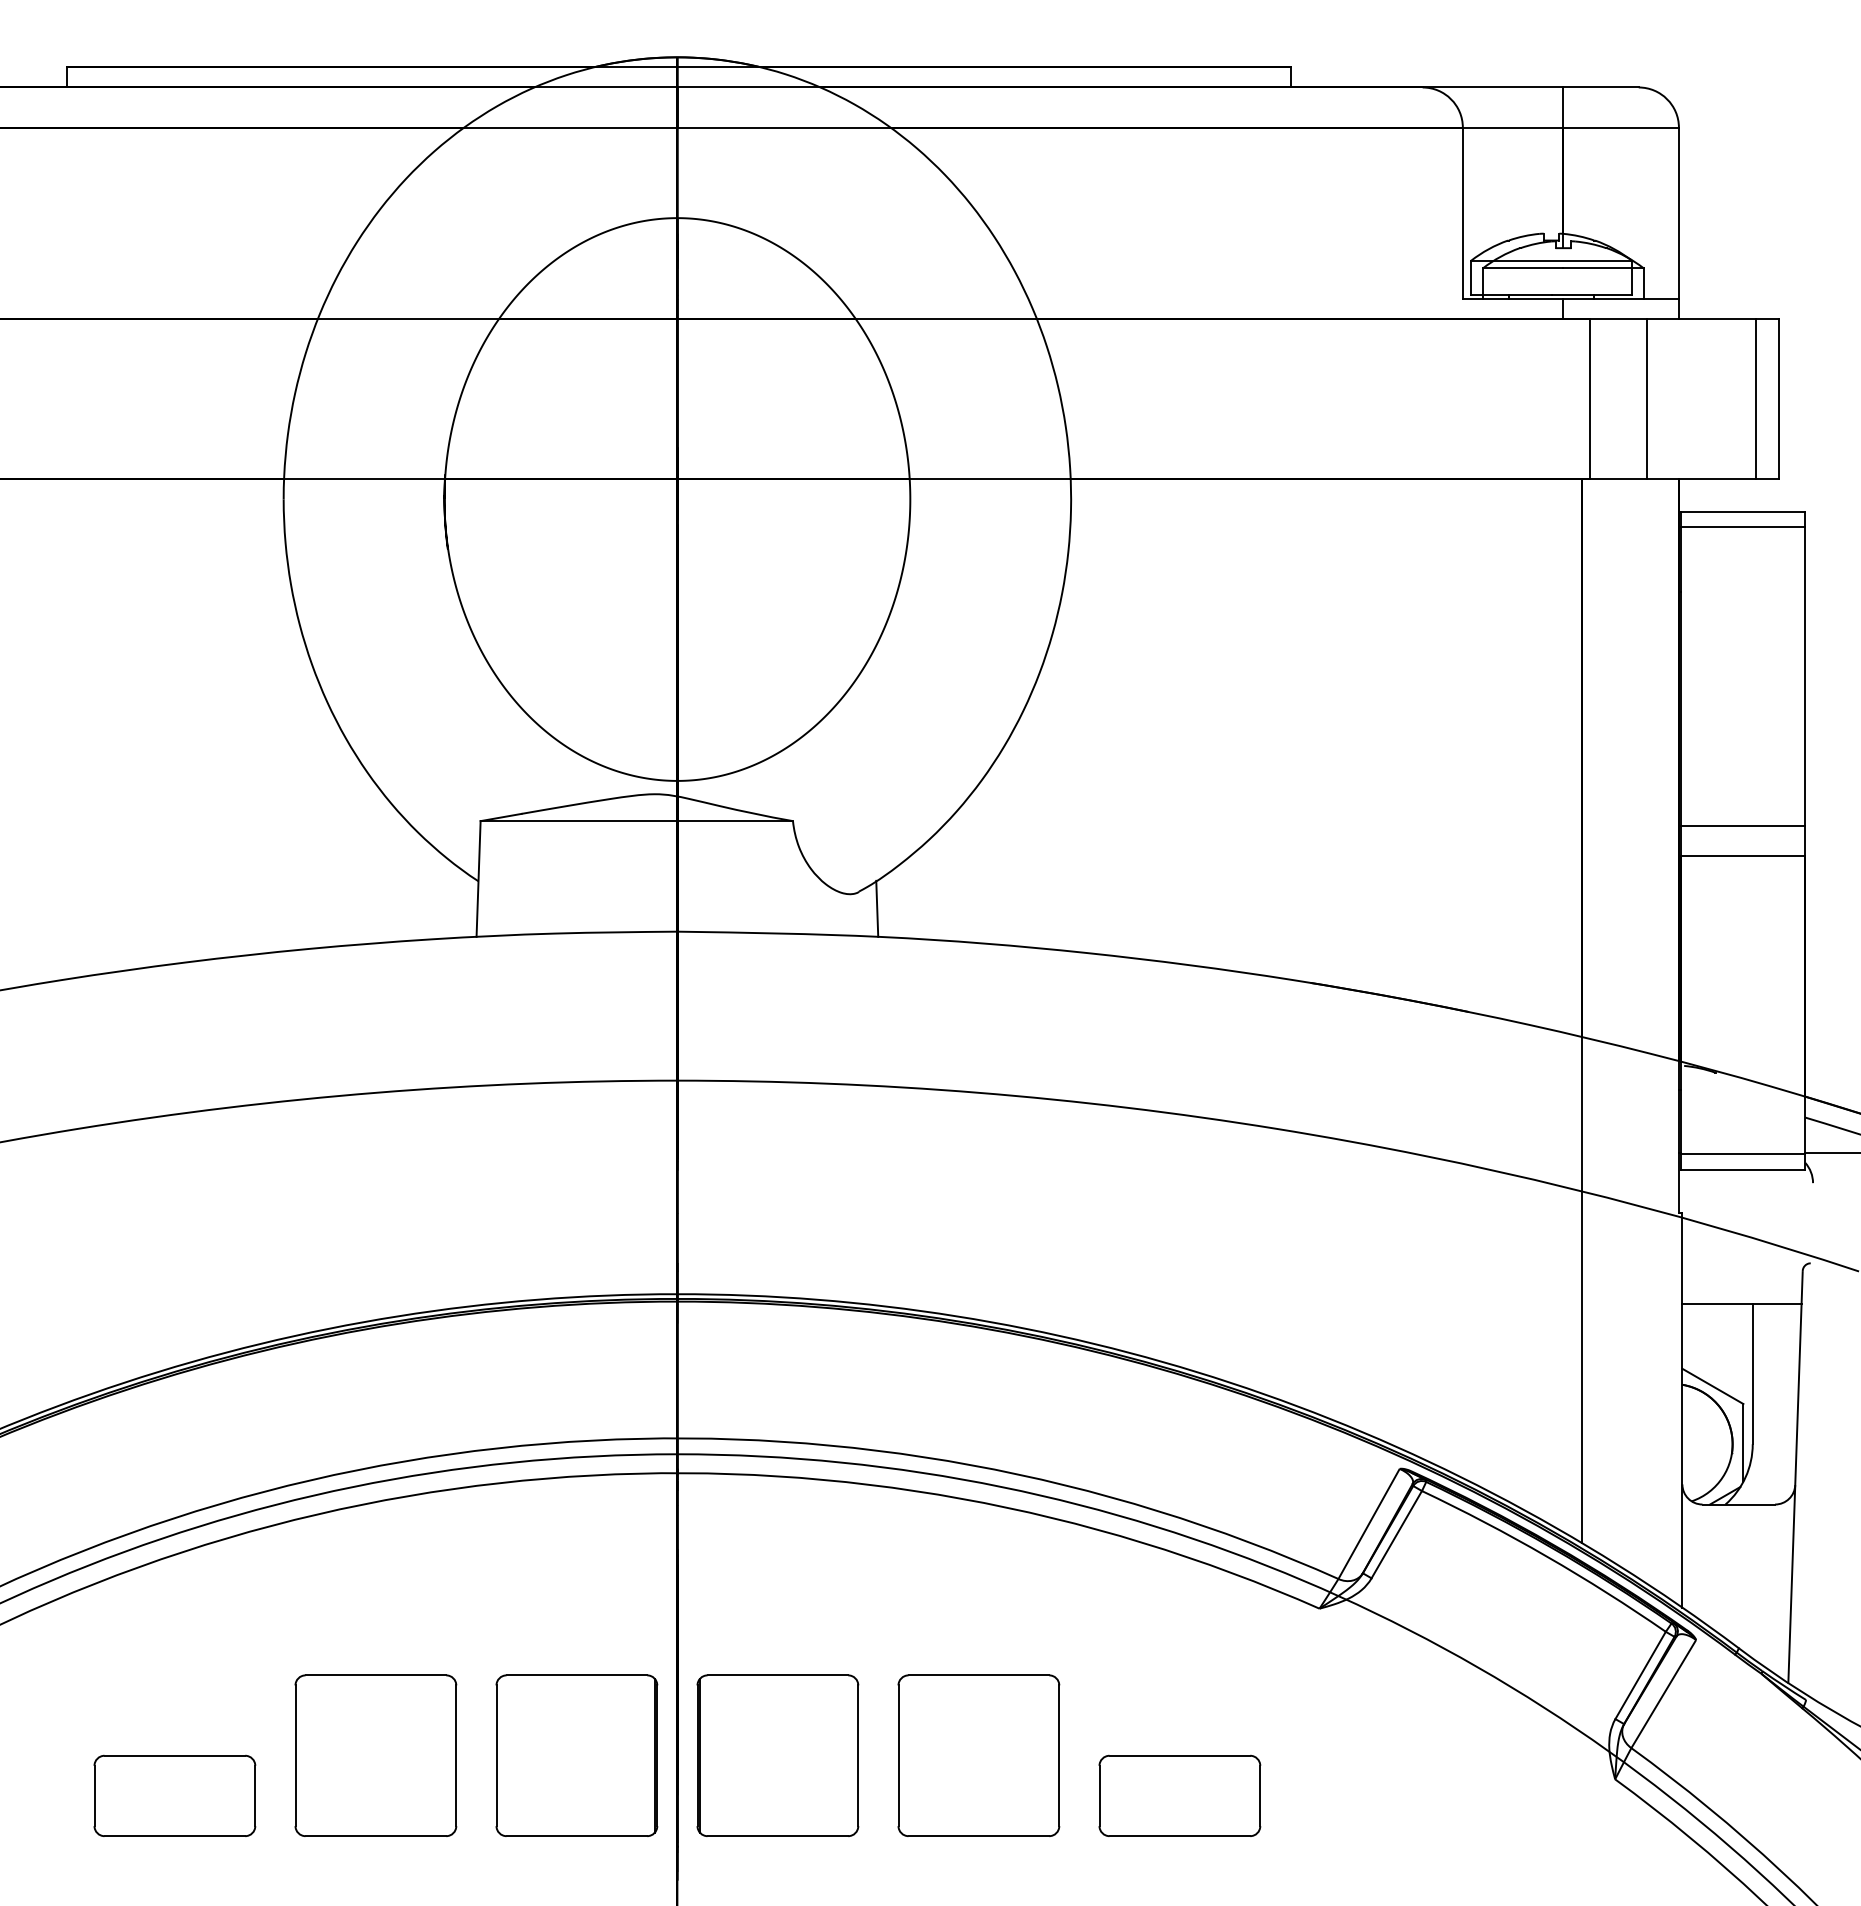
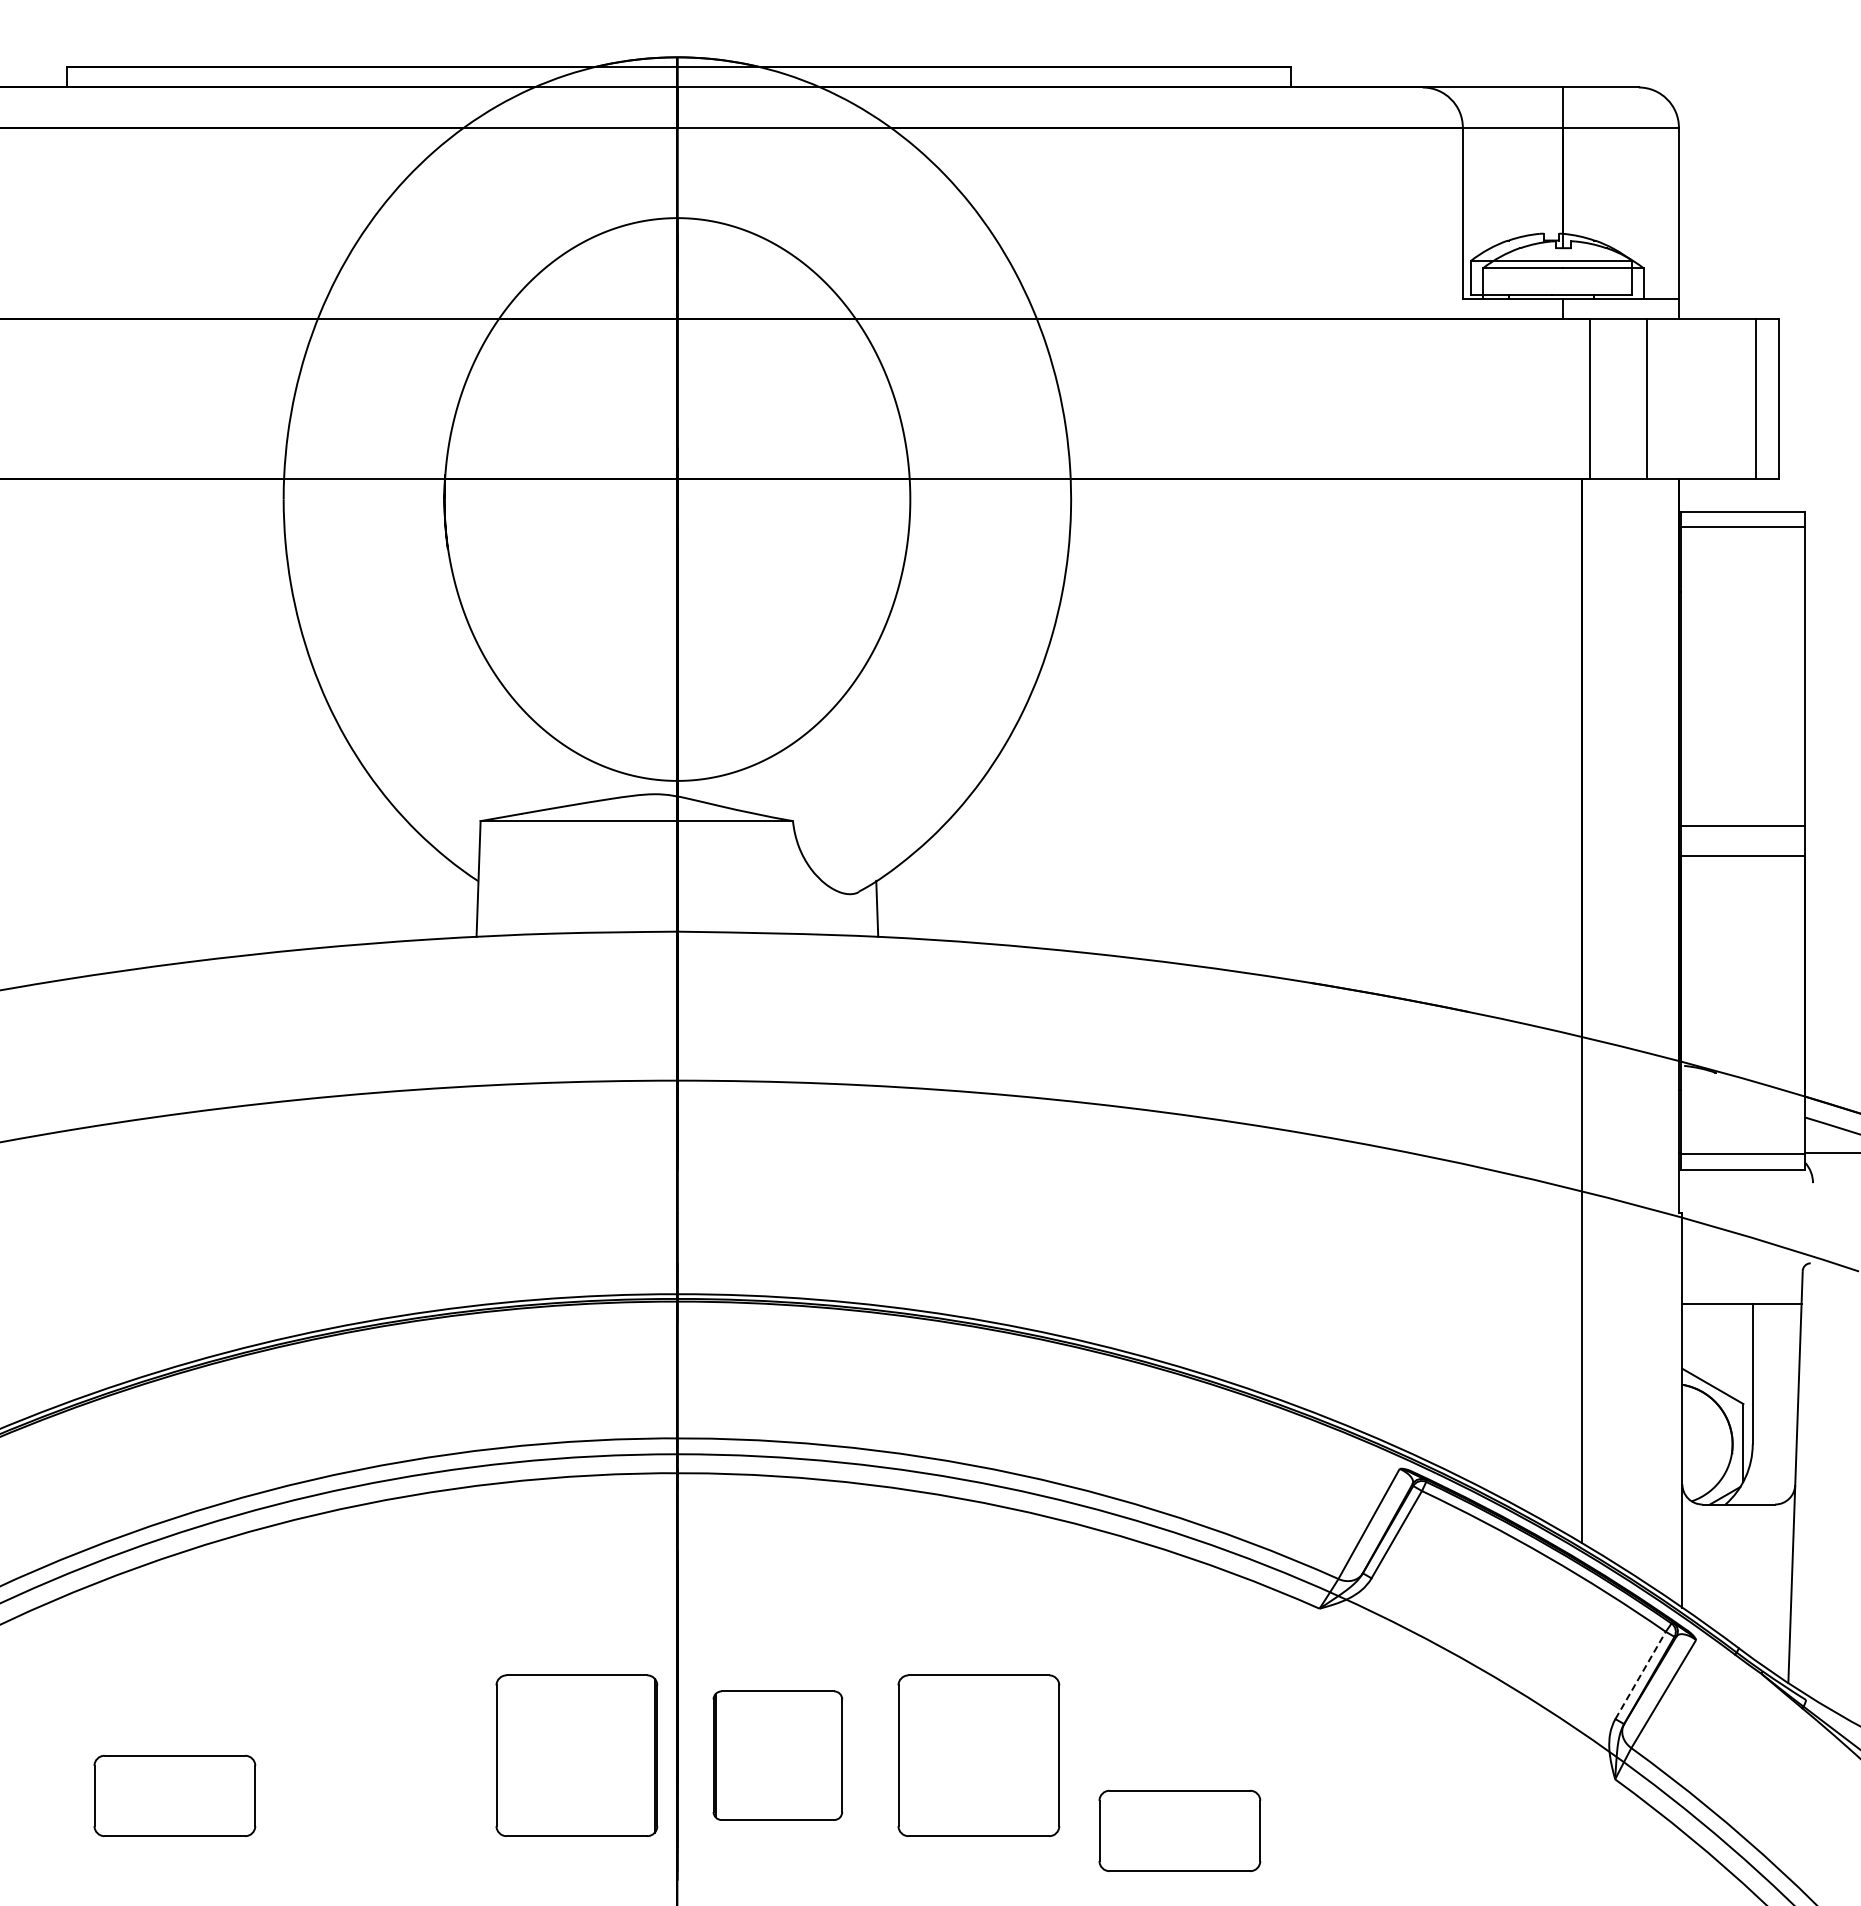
line at (1640, 1675): solid -> dashed
part at (375, 1755): present -> none
part at (777, 1755) size: 164x163 px -> 132x131 px
part at (1179, 1795) position: (1179, 1795) -> (1179, 1830)
